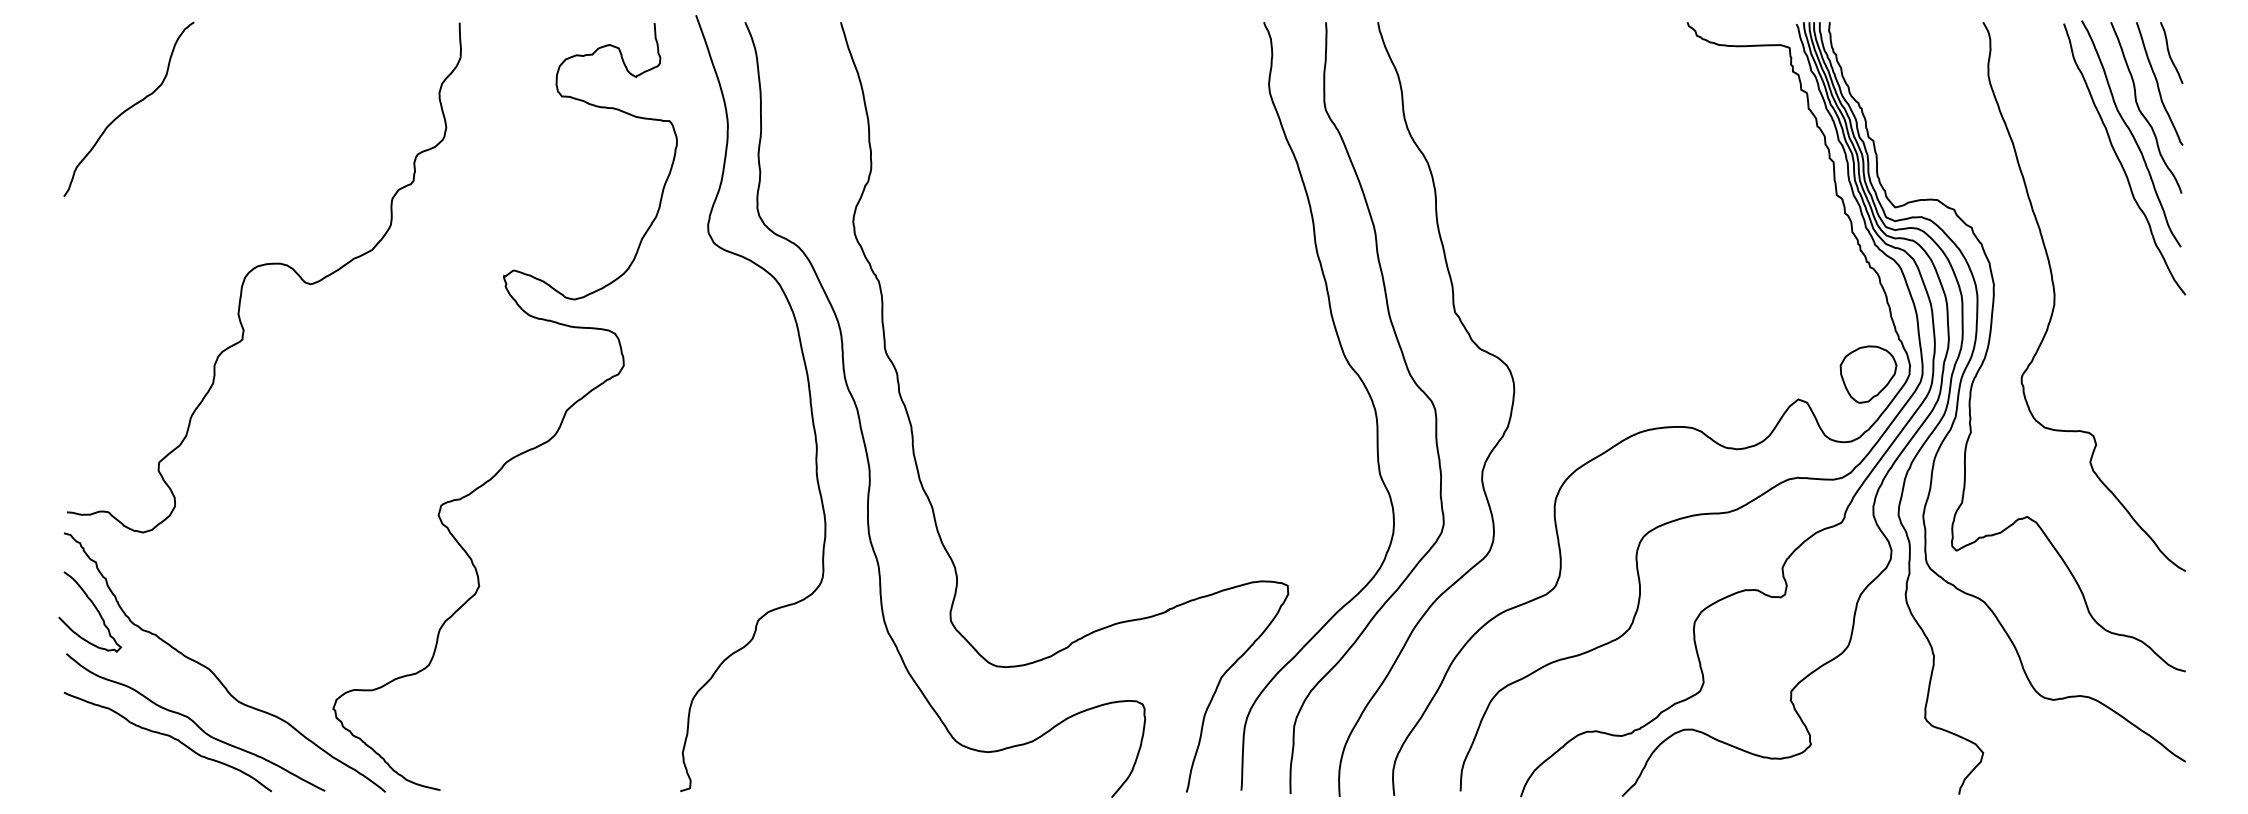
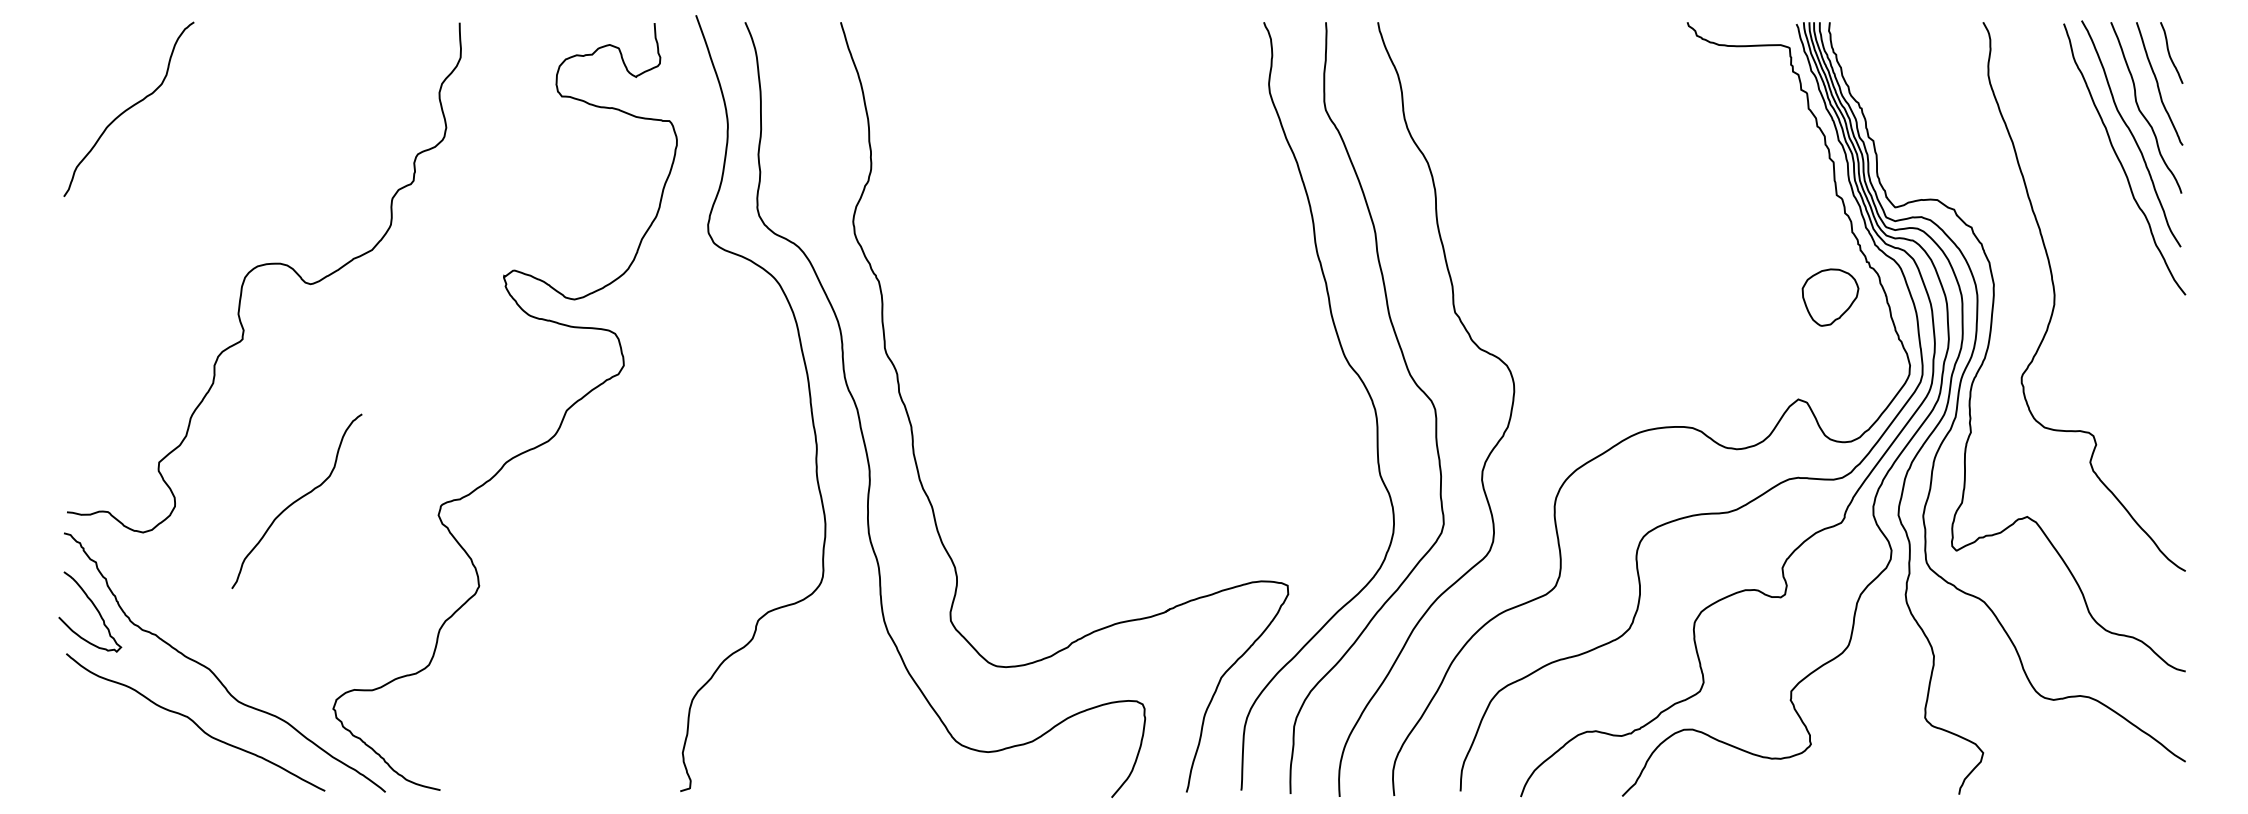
part at (1868, 374) position: (1868, 374) -> (1830, 297)
curve at (296, 500): none -> present
curve at (167, 736): present -> none
